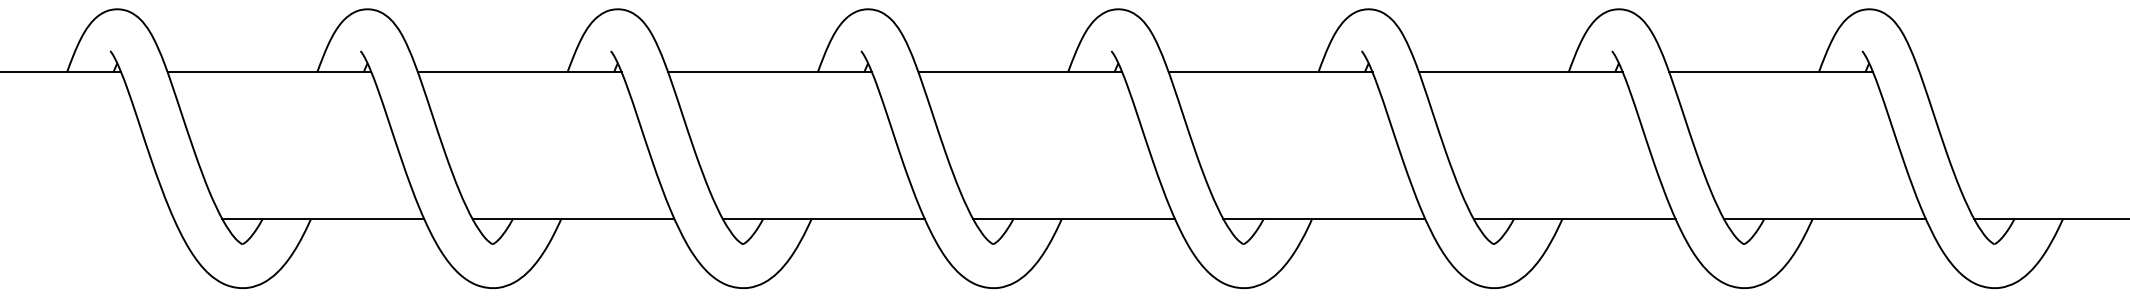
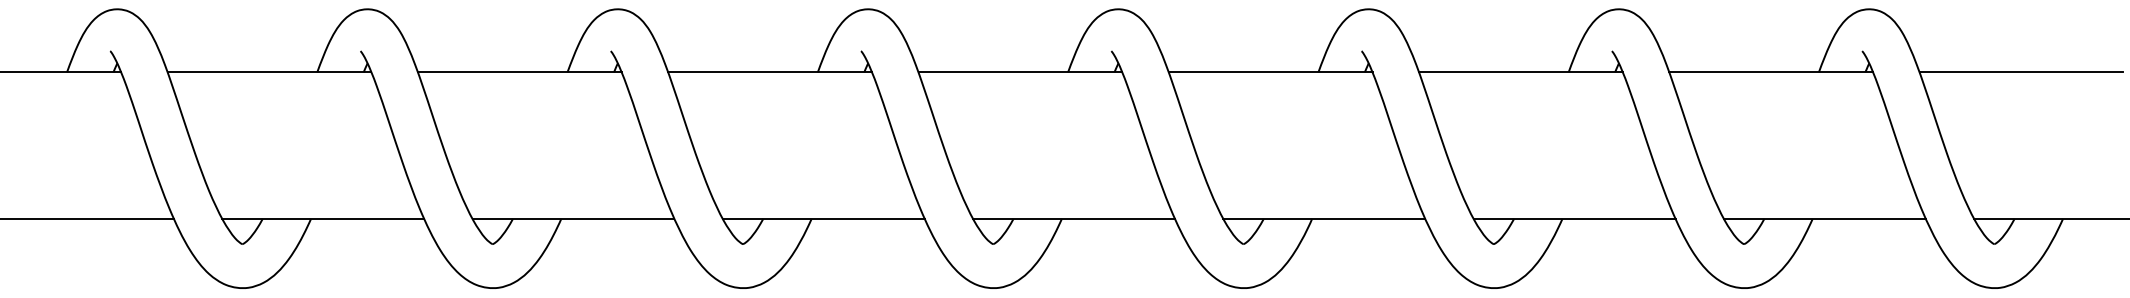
line at (2021, 72): none -> present
line at (87, 219): none -> present
